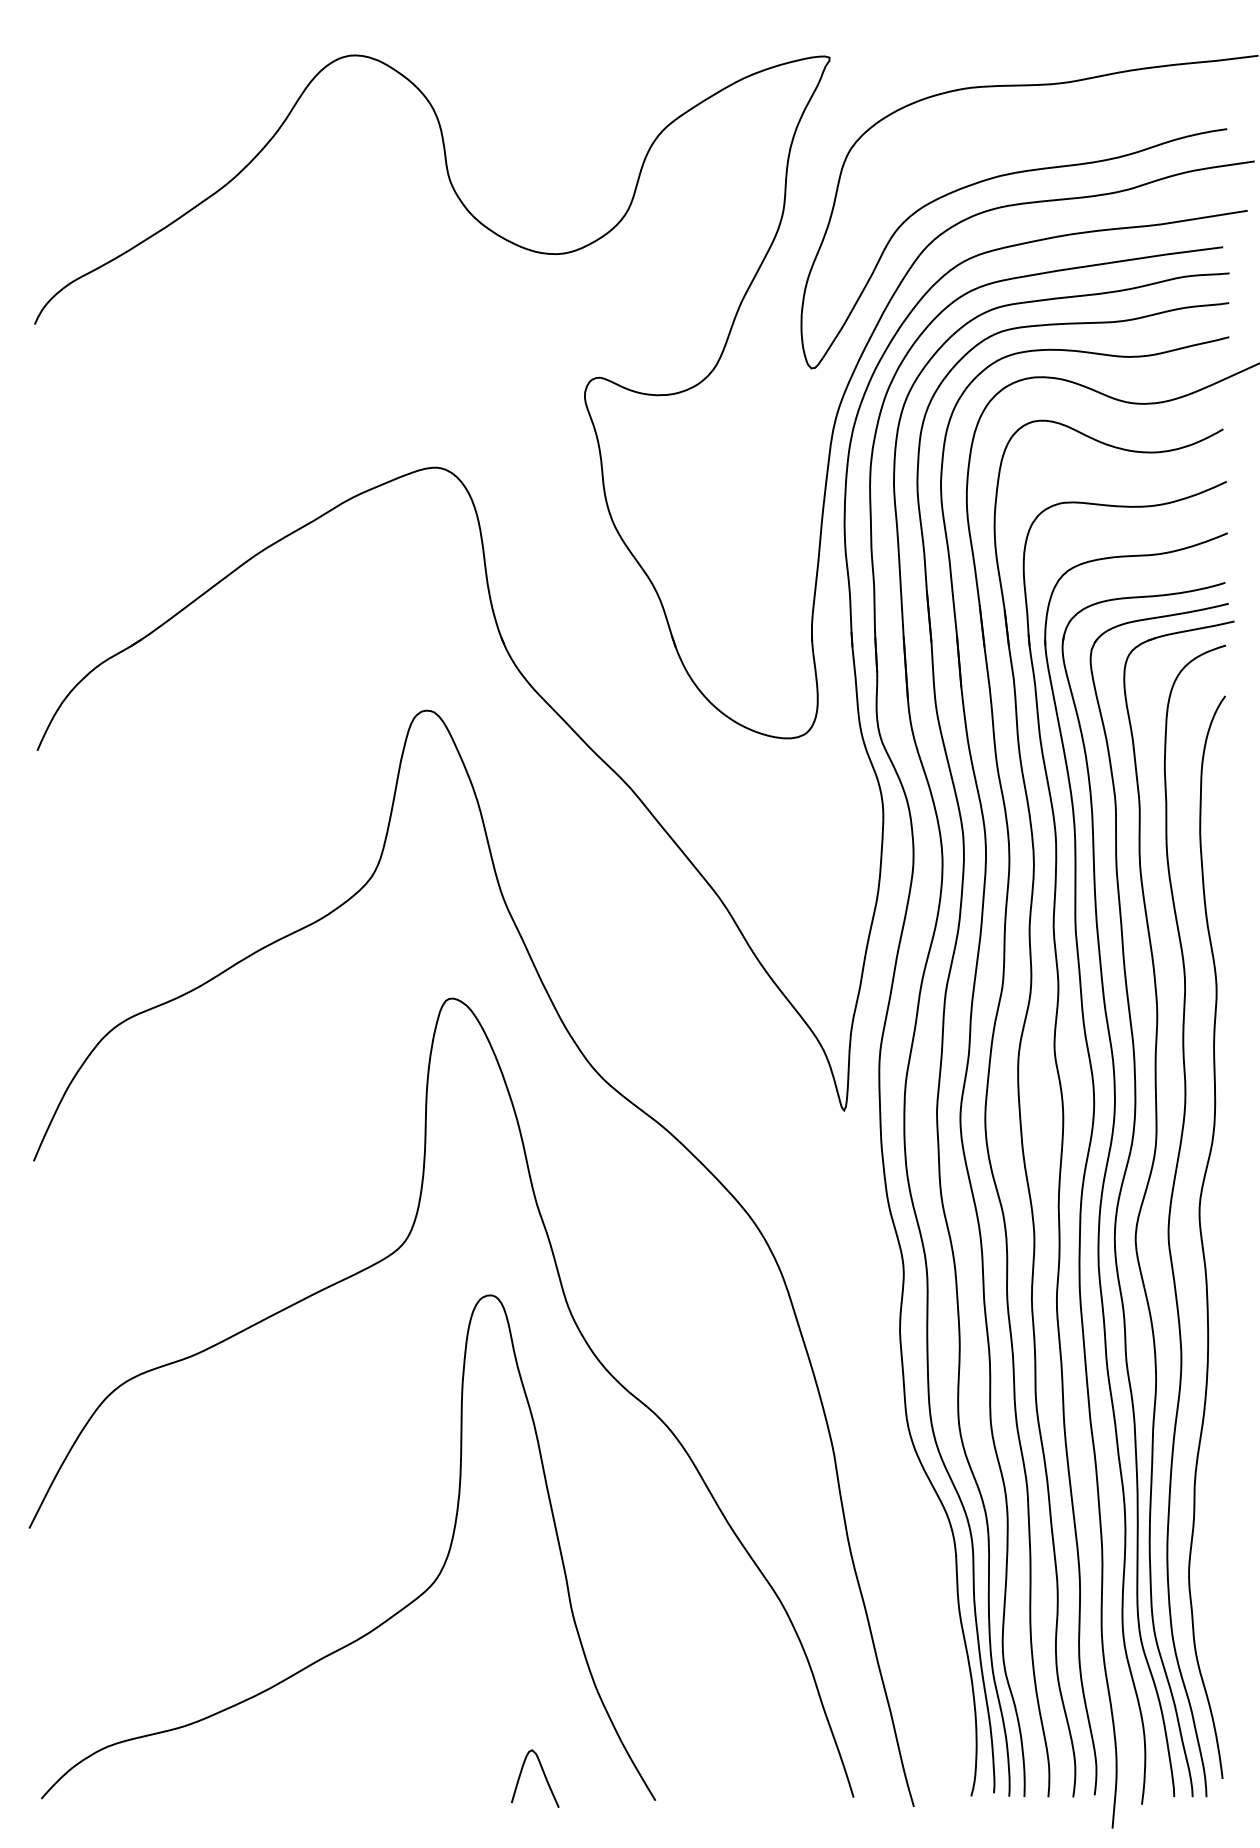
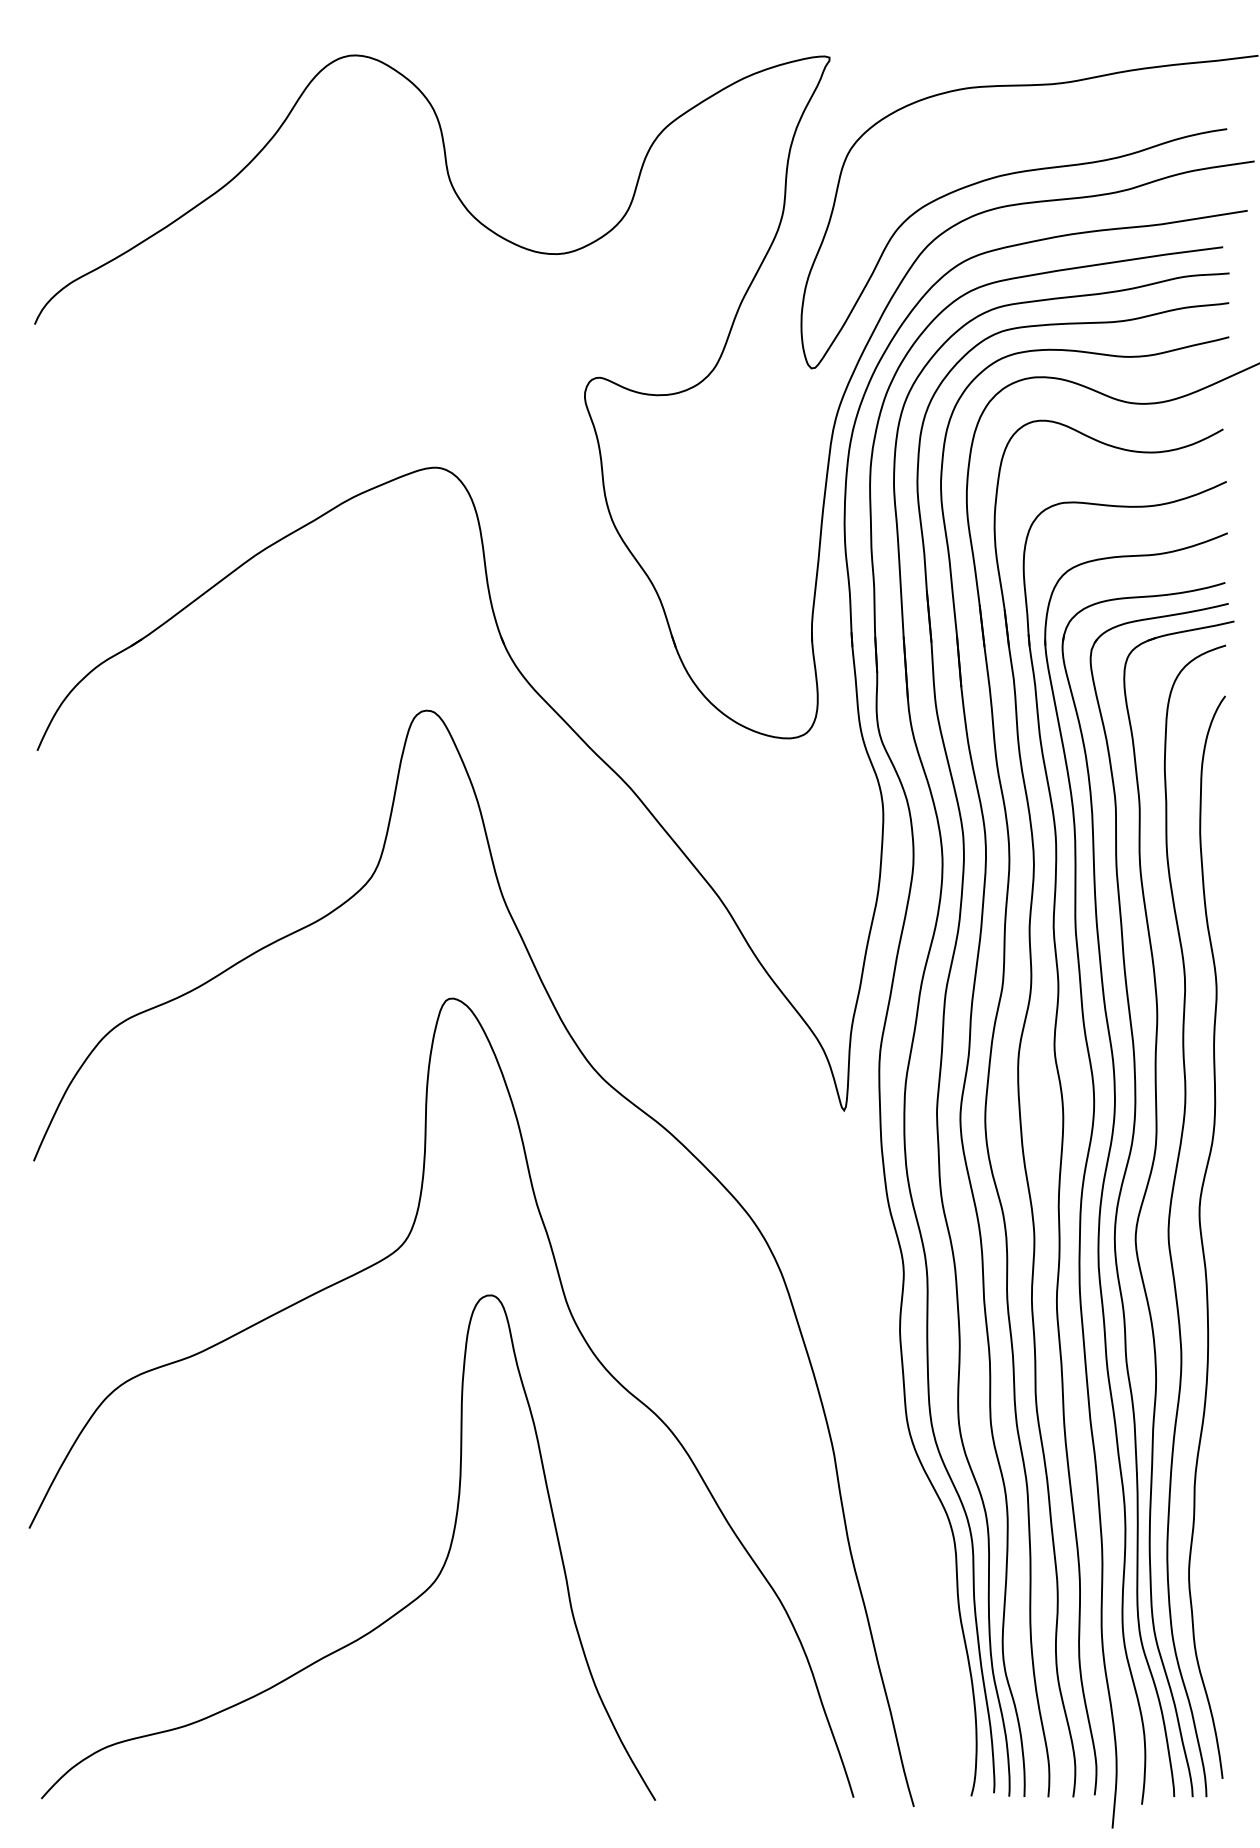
curve at (543, 1774): present -> none
